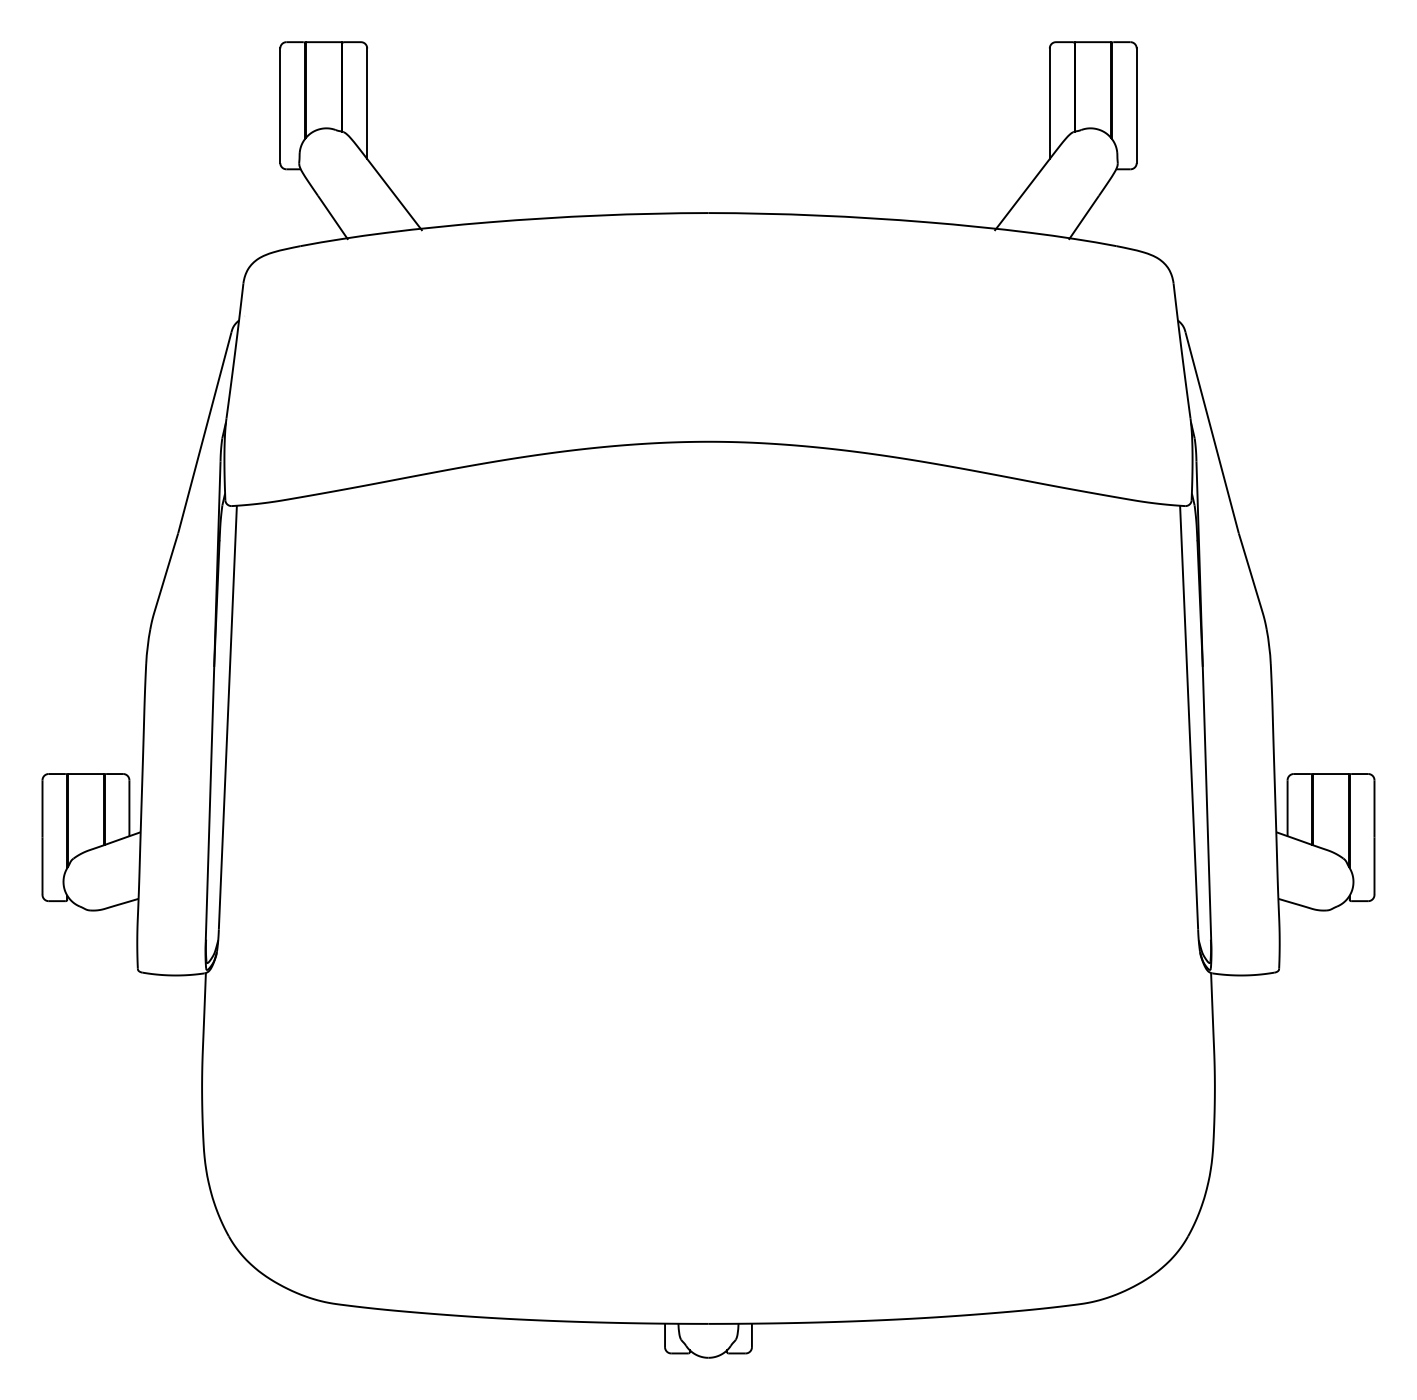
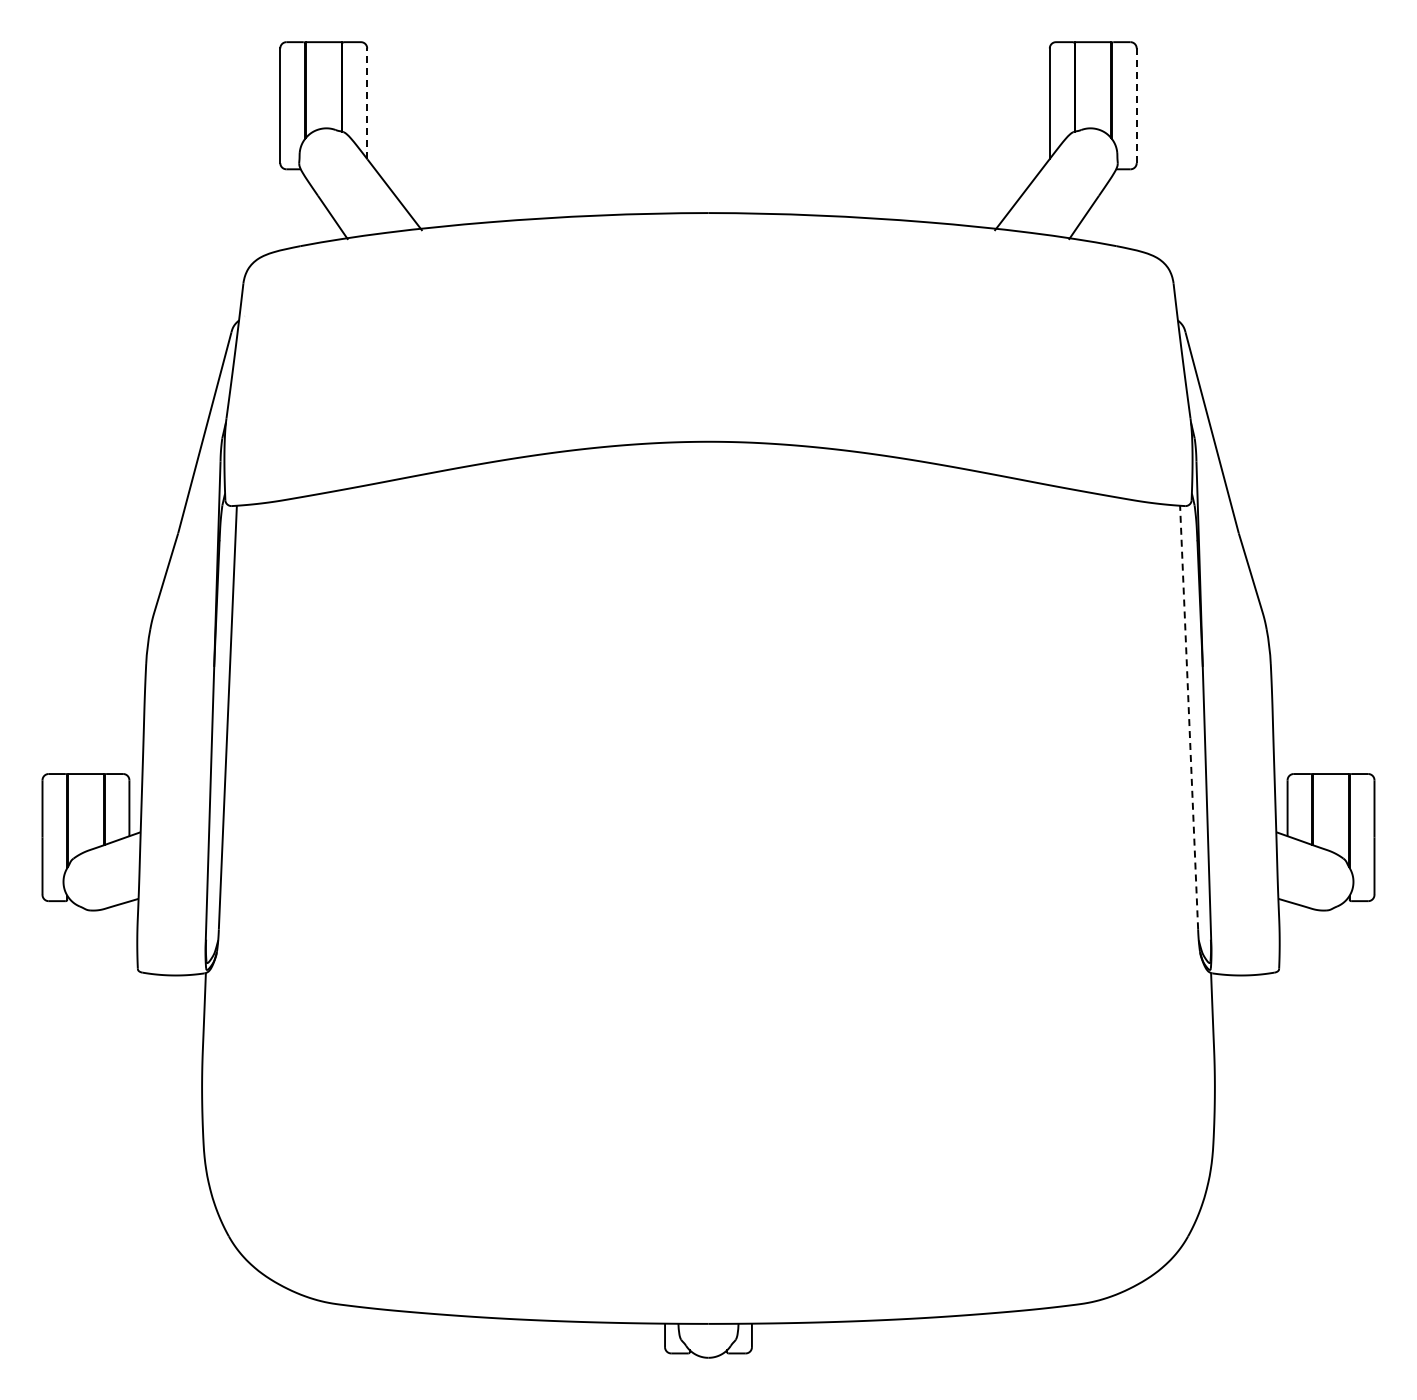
line at (367, 103): solid -> dashed
line at (1136, 106): solid -> dashed
line at (1189, 717): solid -> dashed
